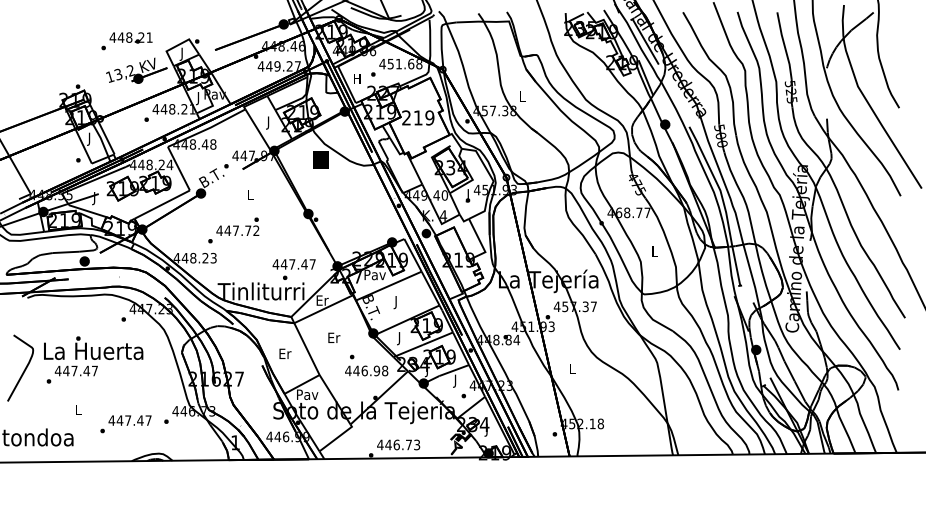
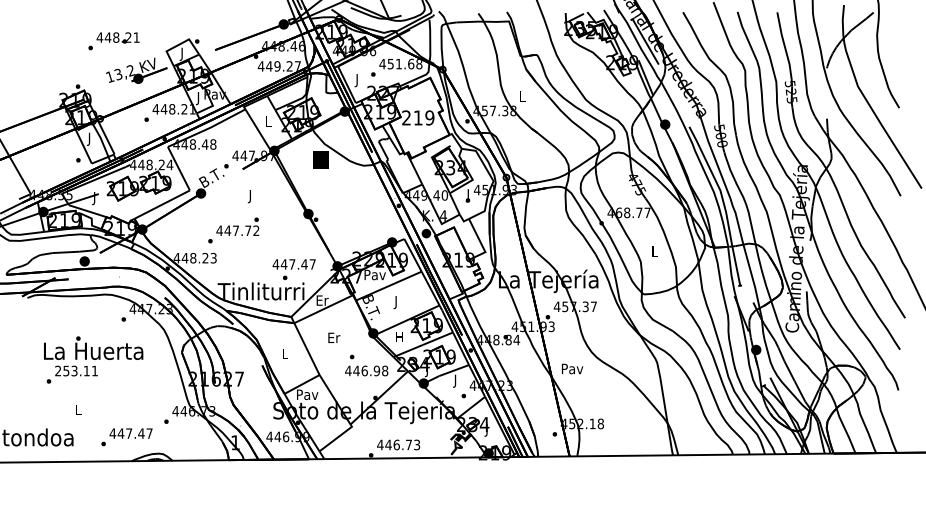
text at (126, 41) position: (126, 41) -> (113, 41)
text at (357, 80): H -> J
text at (268, 122): J -> L
text at (250, 196): L -> J
text at (399, 338): J -> H
text at (285, 353): Er -> L
curve at (24, 368): present -> none
text at (572, 368): L -> Pav
text at (75, 370): 447.47 -> 253.11
text at (125, 424) position: (125, 424) -> (126, 437)
